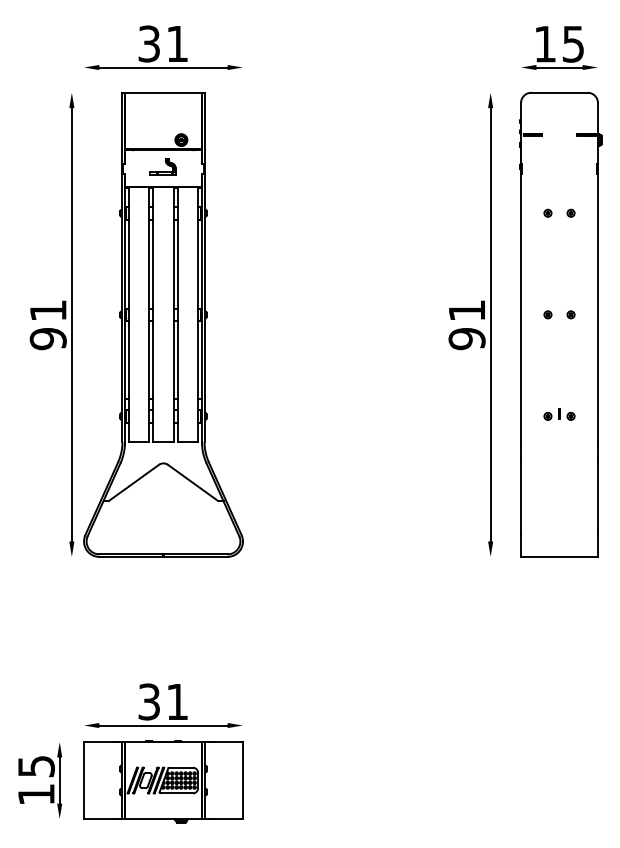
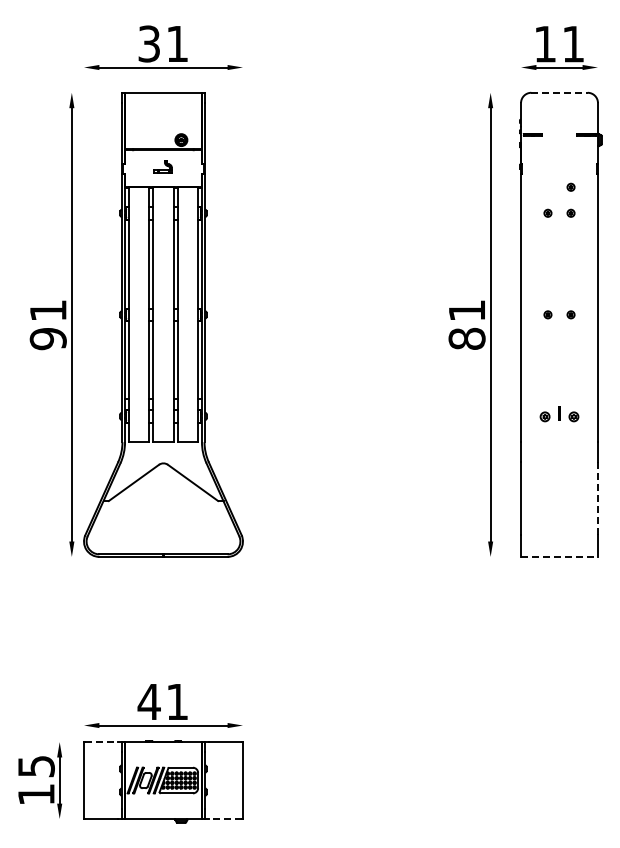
text at (573, 44): 15 -> 11
line at (560, 92): solid -> dashed
part at (162, 166) size: 28x18 px -> 20x14 px
part at (570, 186): none -> present
text at (466, 338): 91 -> 81
part at (559, 414) size: 33x13 px -> 41x17 px
line at (597, 498): solid -> dashed
line at (560, 556): solid -> dashed
text at (148, 701): 31 -> 41
line at (102, 742): solid -> dashed
line at (224, 819): solid -> dashed
